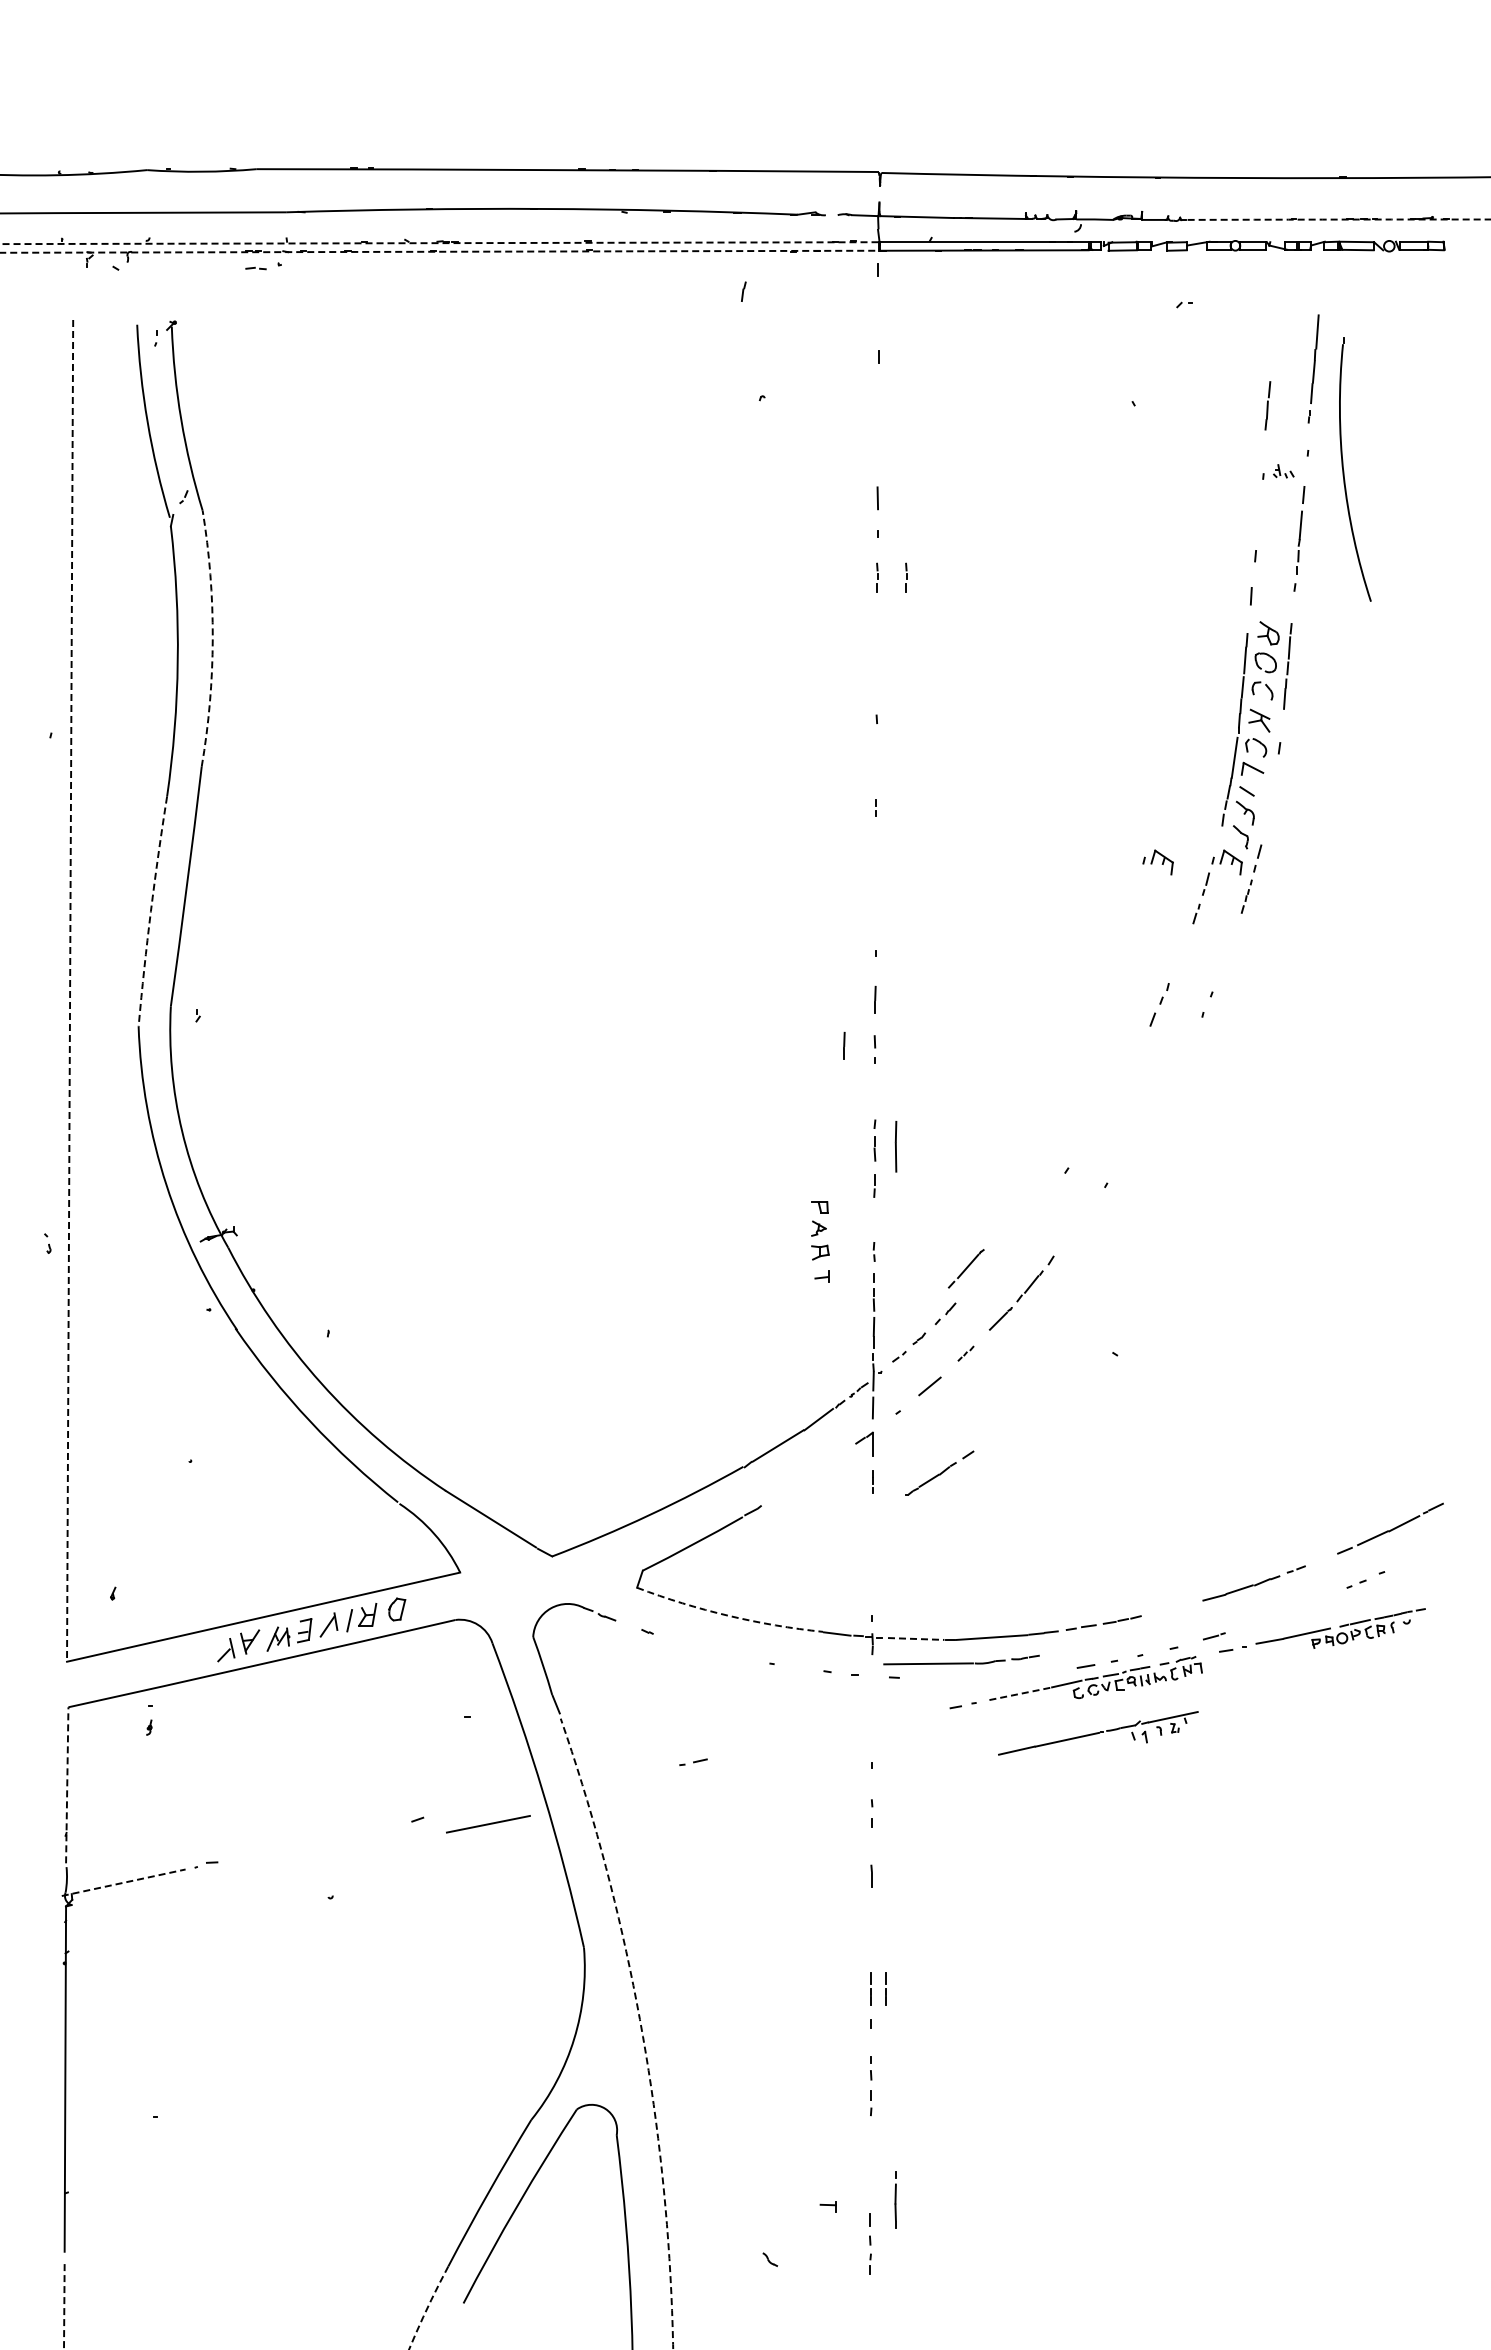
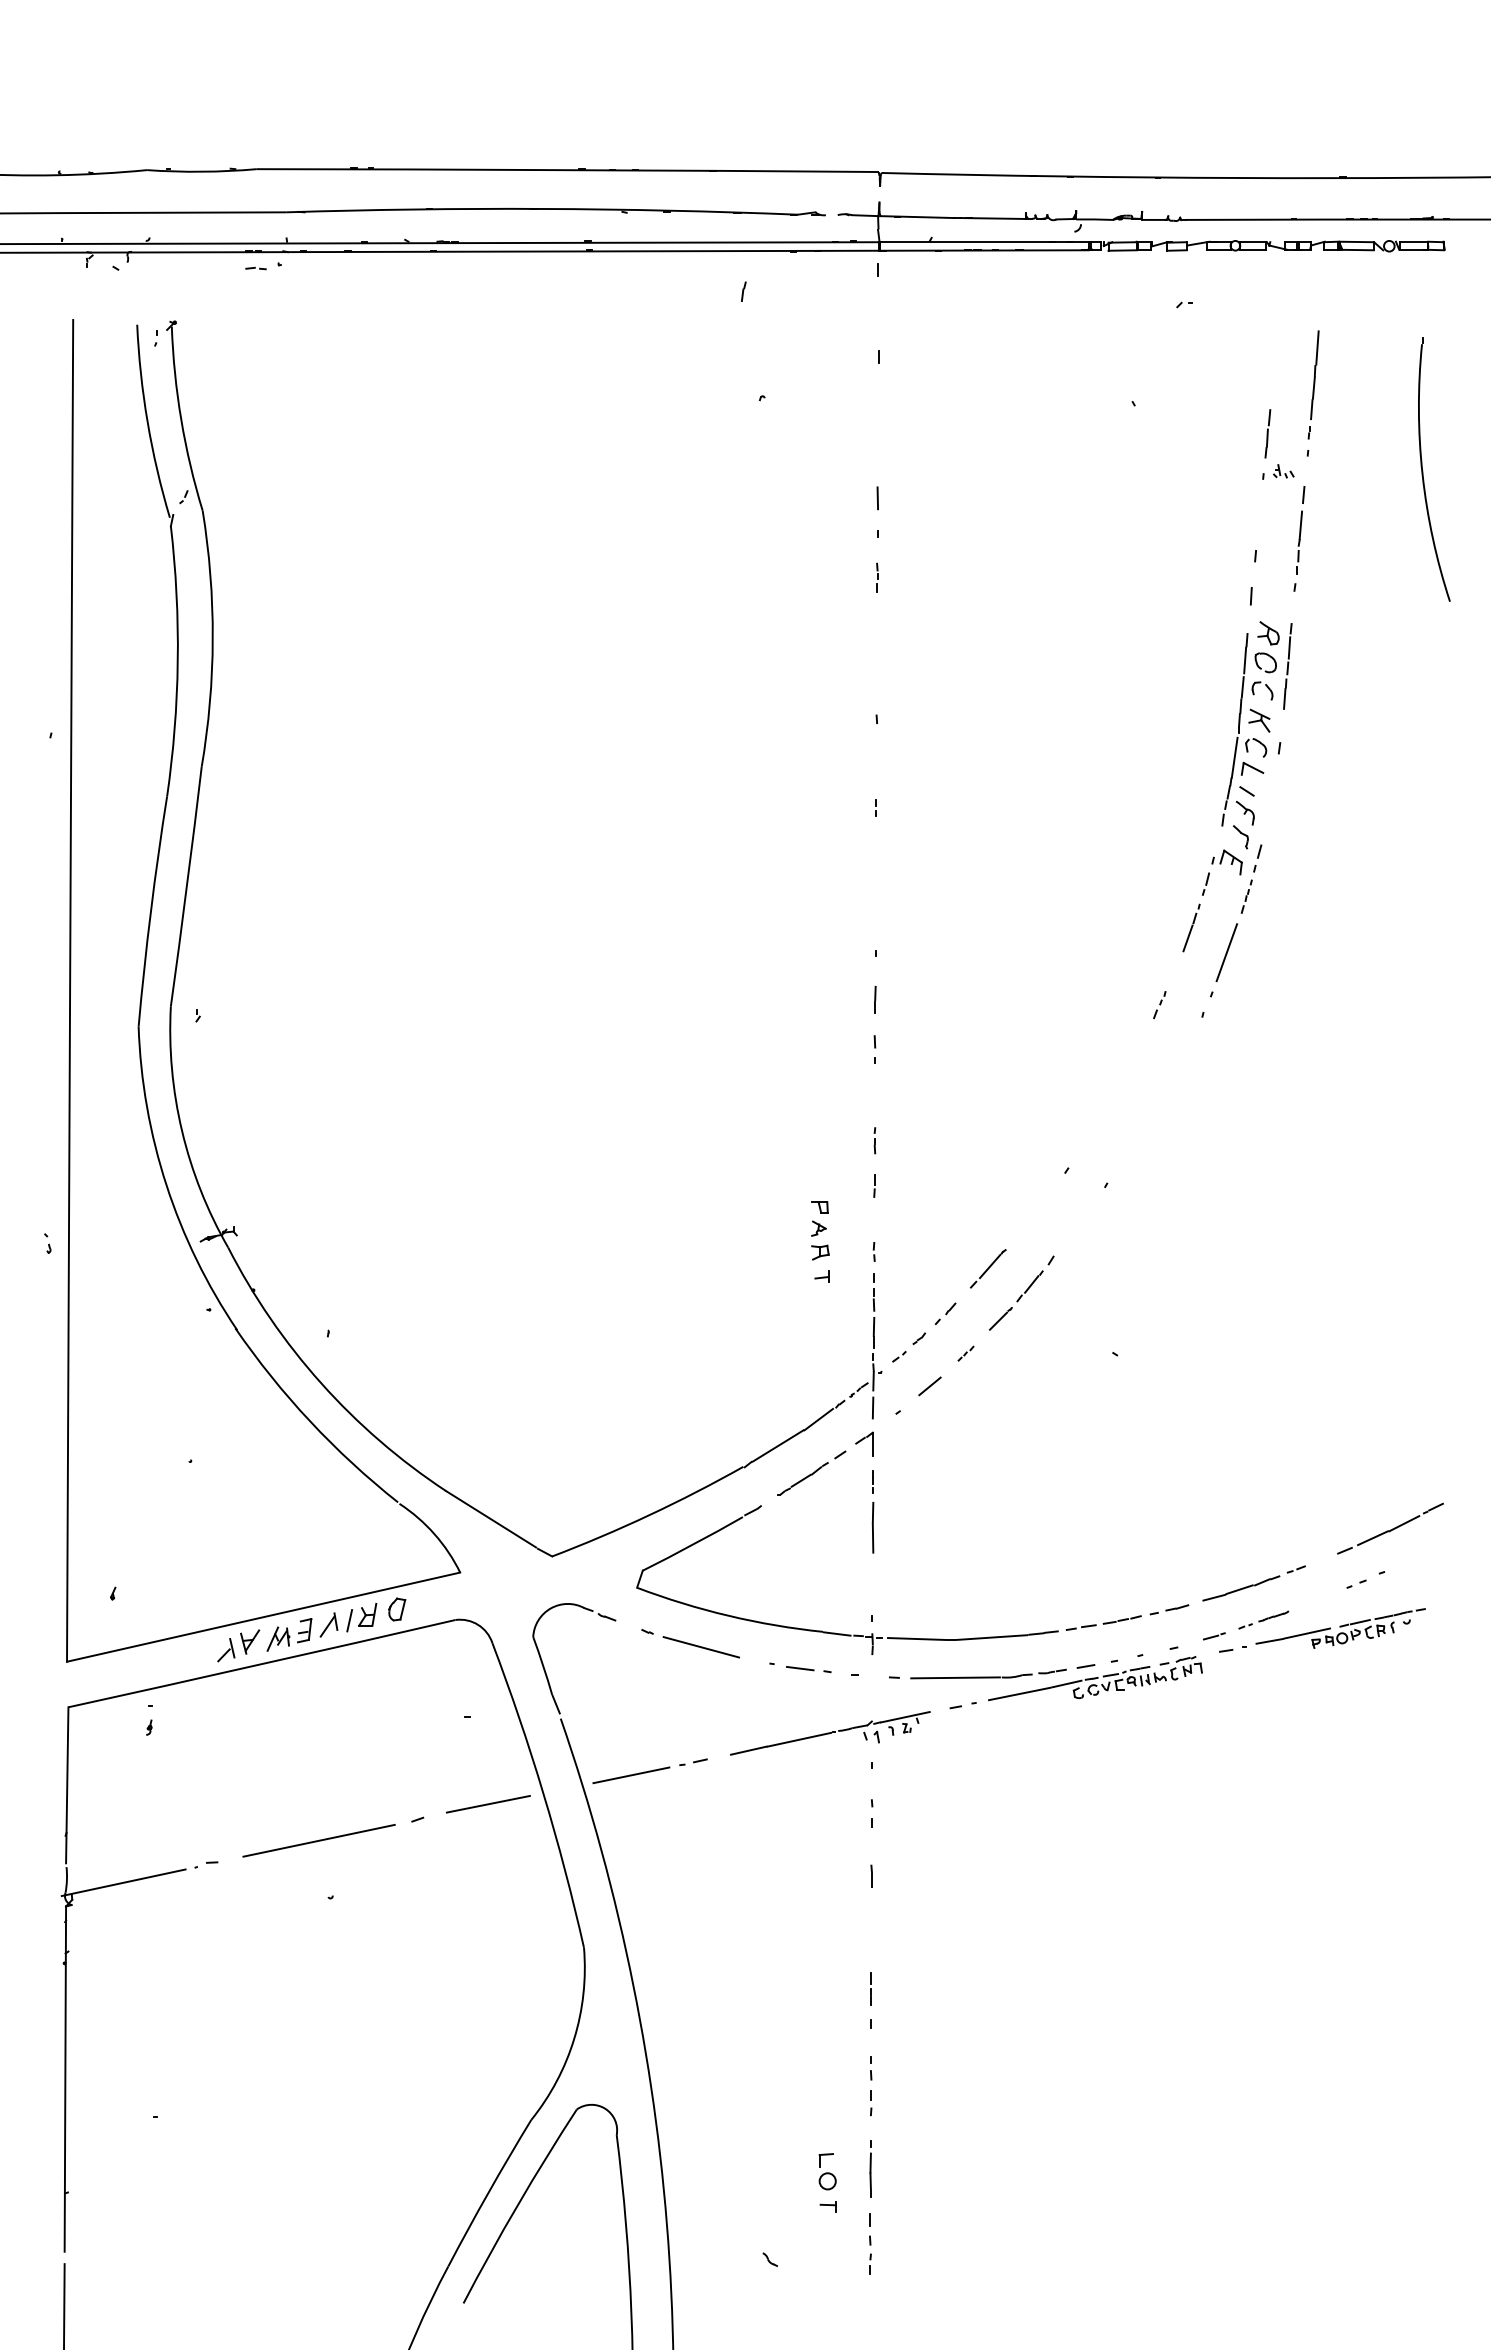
arc at (1337, 219): dashed -> solid
line at (439, 243): dashed -> solid
line at (439, 251): dashed -> solid
part at (1313, 368) position: (1313, 368) -> (1313, 384)
line at (1267, 405) position: (1267, 405) -> (1267, 433)
part at (1344, 470) position: (1344, 470) -> (1423, 470)
line at (906, 577): present -> none
arc at (212, 638): dashed -> solid
part at (1157, 862): present -> none
arc at (150, 911): dashed -> solid
line at (1187, 938): none -> present
line at (1226, 952): none -> present
line at (70, 990): dashed -> solid
part at (1159, 1004) size: 21x44 px -> 14x29 px
line at (844, 1045): present -> none
part at (874, 1140) size: 4x43 px -> 4x28 px
part at (895, 1146) position: (895, 1146) -> (872, 1527)
line at (966, 1268) position: (966, 1268) -> (988, 1268)
part at (939, 1472) position: (939, 1472) -> (811, 1472)
part at (1169, 1609): none -> present
arc at (728, 1615): dashed -> solid
part at (1263, 1619): none -> present
line at (916, 1639): dashed -> solid
line at (701, 1647): none -> present
part at (961, 1659) position: (961, 1659) -> (988, 1673)
line at (799, 1668): none -> present
line at (1019, 1694): dashed -> solid
part at (1098, 1733) position: (1098, 1733) -> (830, 1733)
line at (631, 1775): none -> present
line at (67, 1784): dashed -> solid
line at (488, 1824) position: (488, 1824) -> (488, 1804)
line at (318, 1840): none -> present
line at (124, 1882): dashed -> solid
line at (885, 1988): present -> none
arc at (641, 2028): dashed -> solid
part at (827, 2171): none -> present
line at (895, 2199) position: (895, 2199) -> (870, 2168)
line at (64, 2307): dashed -> solid
arc at (427, 2308): dashed -> solid
